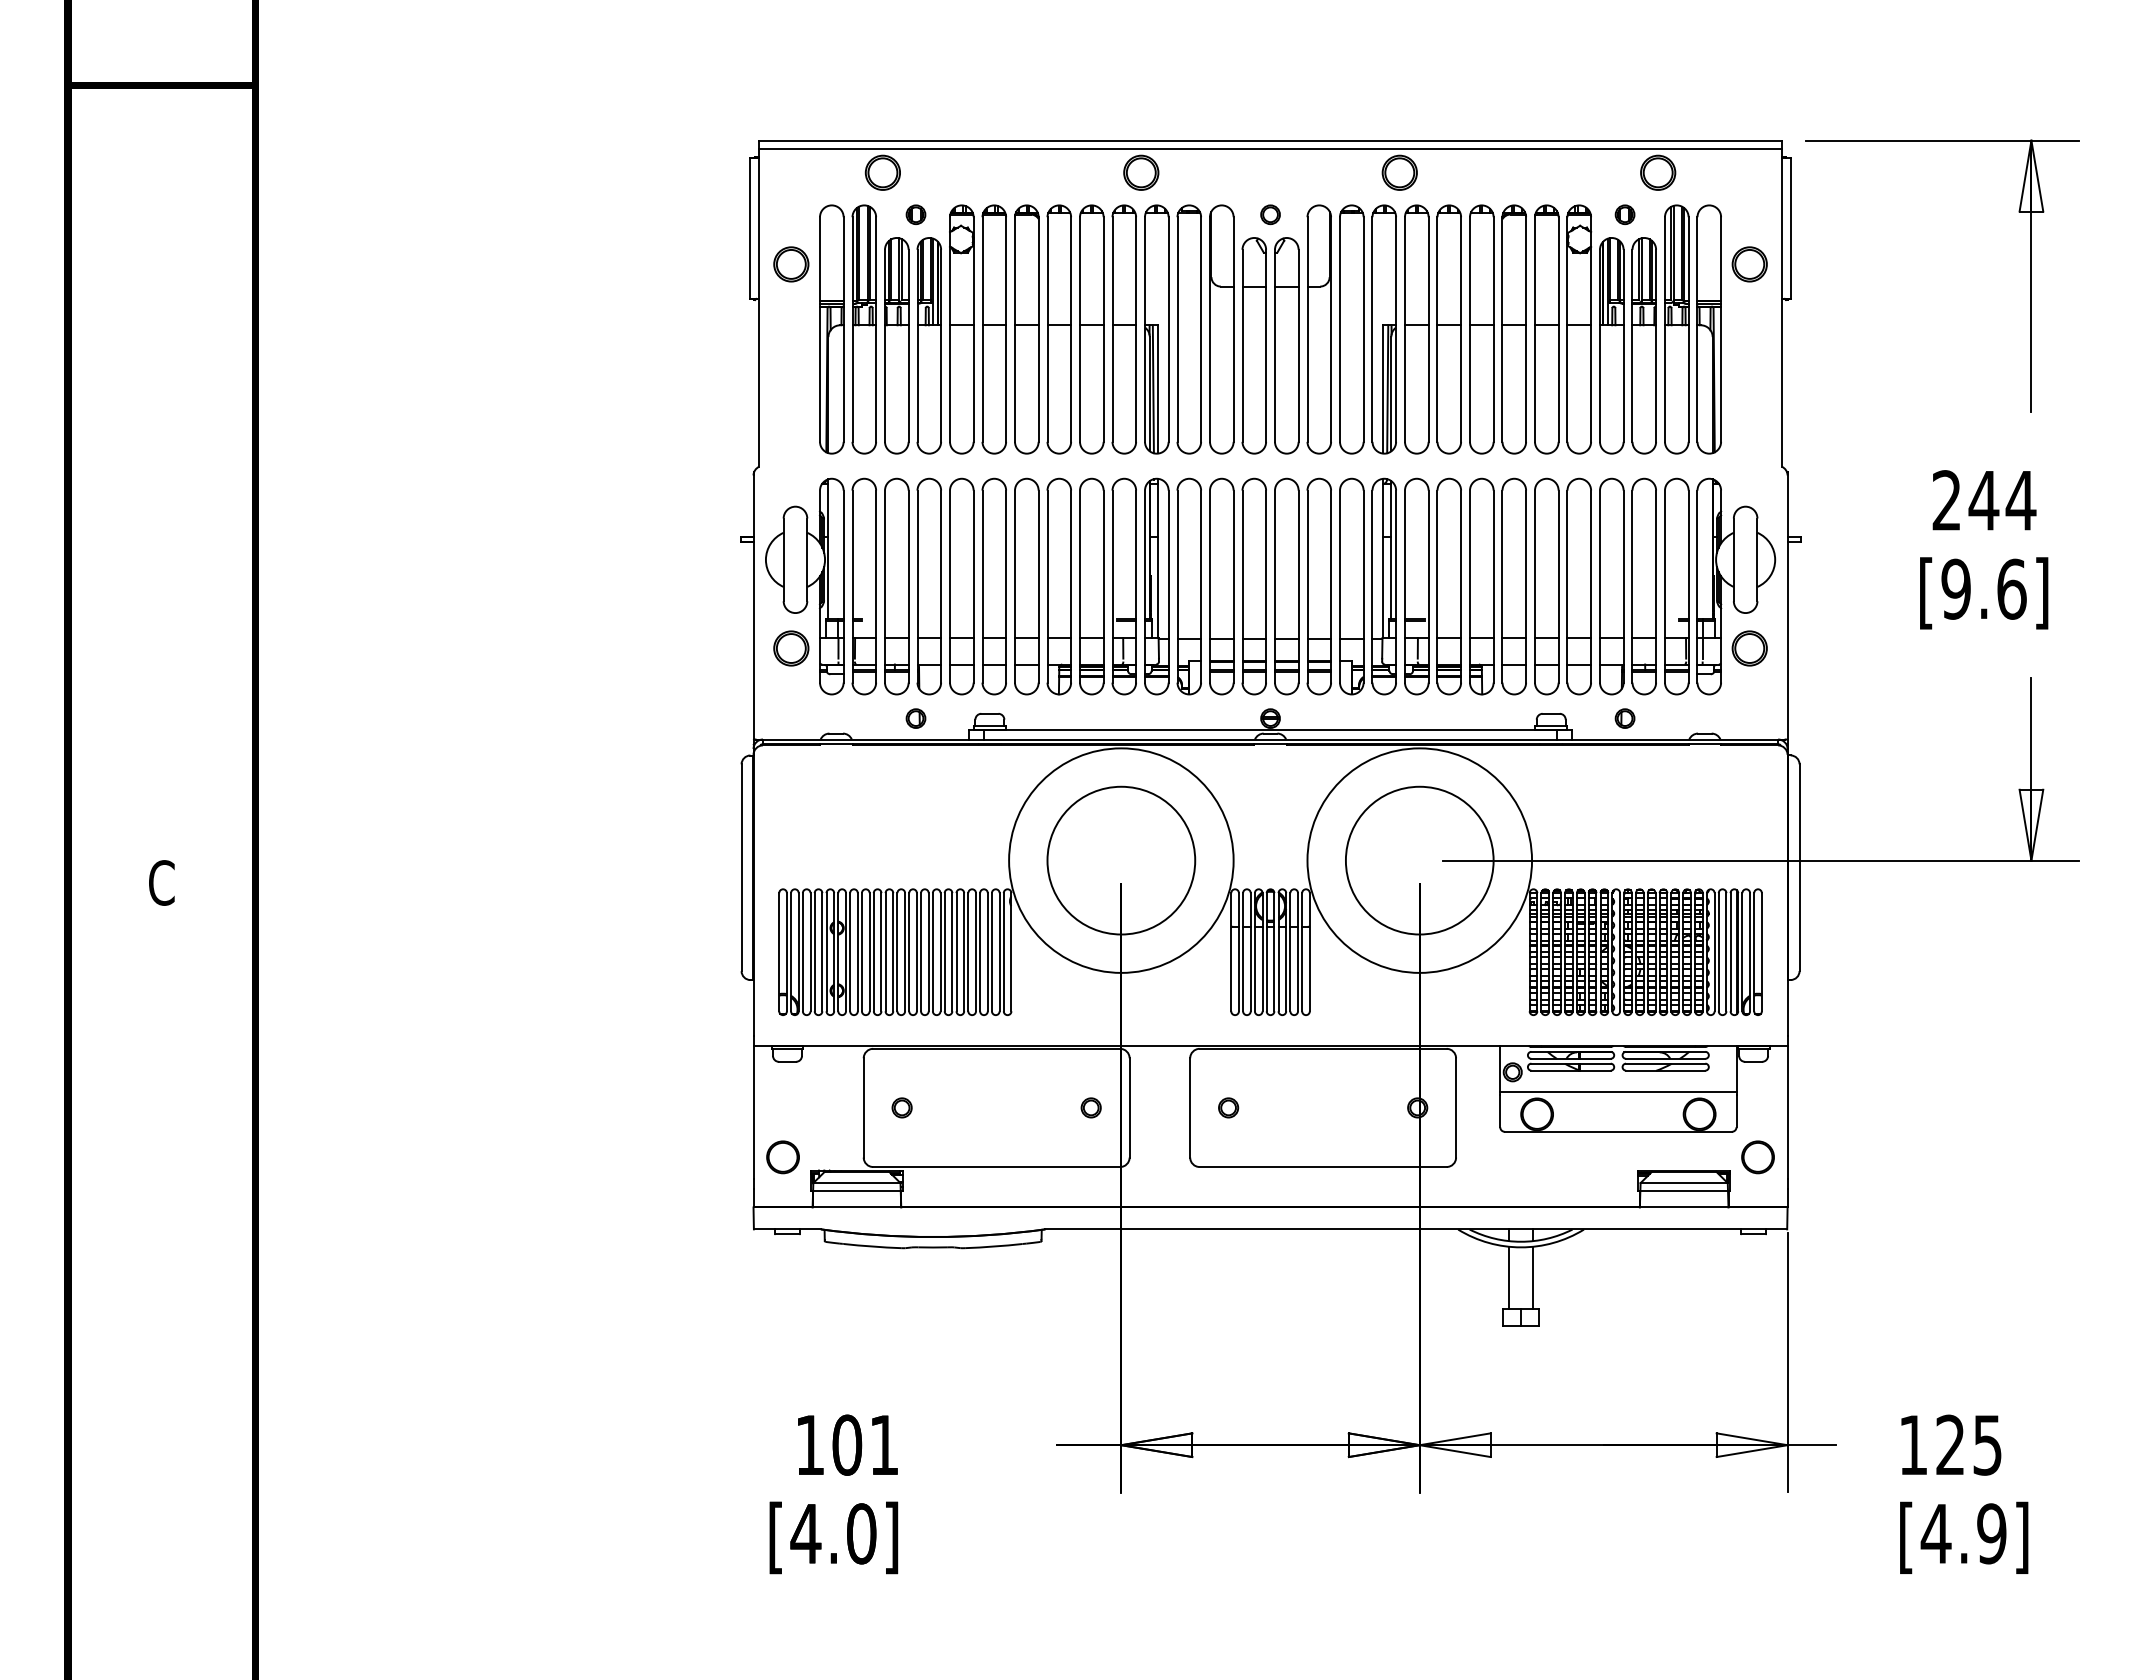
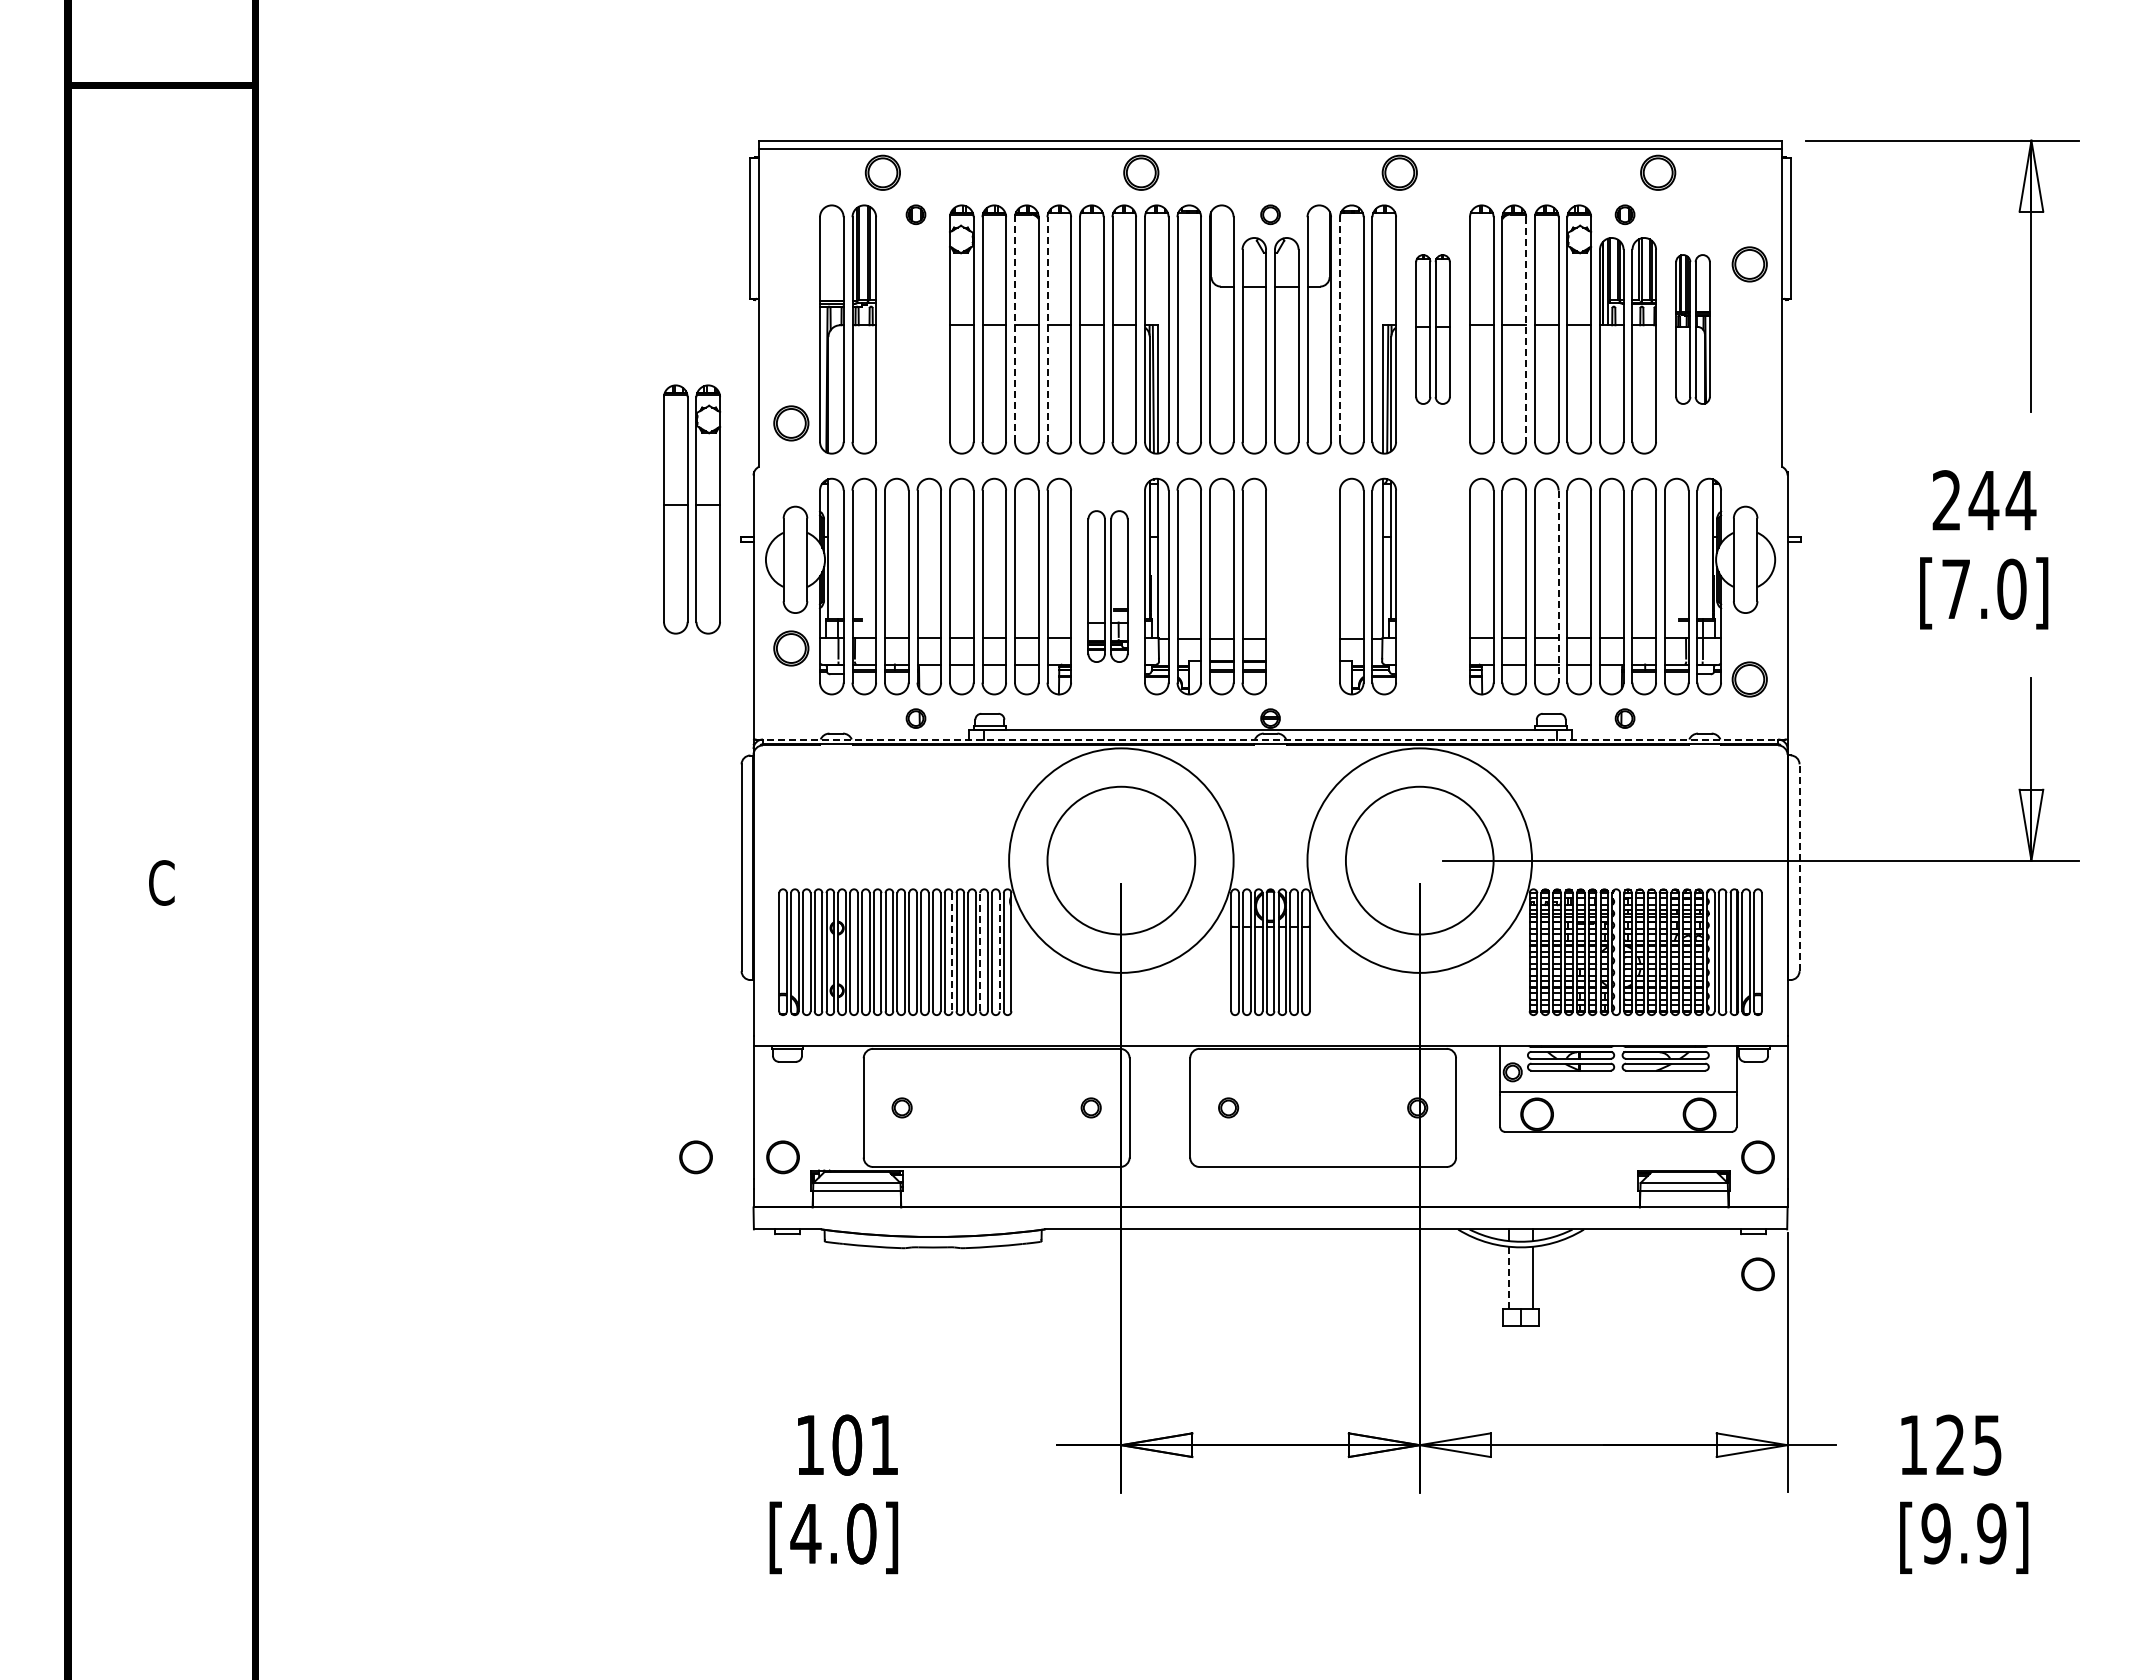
part at (791, 264) position: (791, 264) -> (791, 423)
line at (1015, 329): solid -> dashed
line at (1047, 329): solid -> dashed
line at (1339, 329): solid -> dashed
part at (1432, 329) size: 58x251 px -> 36x151 px
part at (1692, 329) size: 58x251 px -> 36x151 px
line at (1526, 330): solid -> dashed
part at (912, 345): present -> none
part at (692, 509): none -> present
part at (1107, 586) size: 58x219 px -> 42x153 px
part at (1302, 586): present -> none
part at (1432, 586): present -> none
line at (1558, 587): solid -> dashed
text at (1983, 588): [9.6] -> [7.0]
part at (1749, 648) position: (1749, 648) -> (1749, 679)
line at (1271, 739): solid -> dashed
line at (1799, 867): solid -> dashed
line at (980, 951): solid -> dashed
line at (952, 952): solid -> dashed
line at (999, 952): solid -> dashed
part at (695, 1157): none -> present
part at (1757, 1274): none -> present
line at (1509, 1278): solid -> dashed
text at (1935, 1533): [4.9] -> [9.9]
